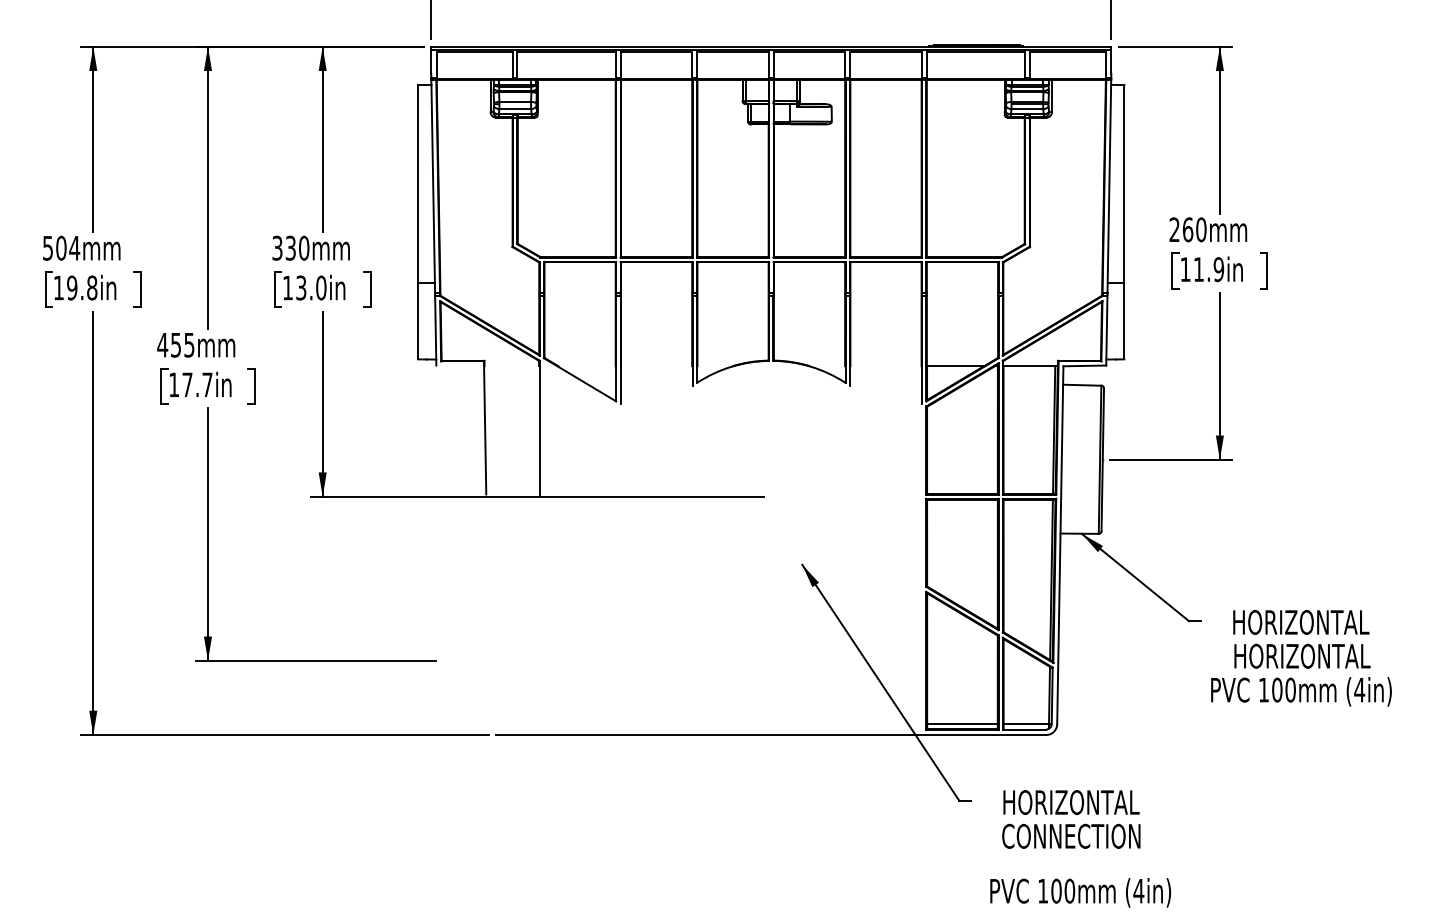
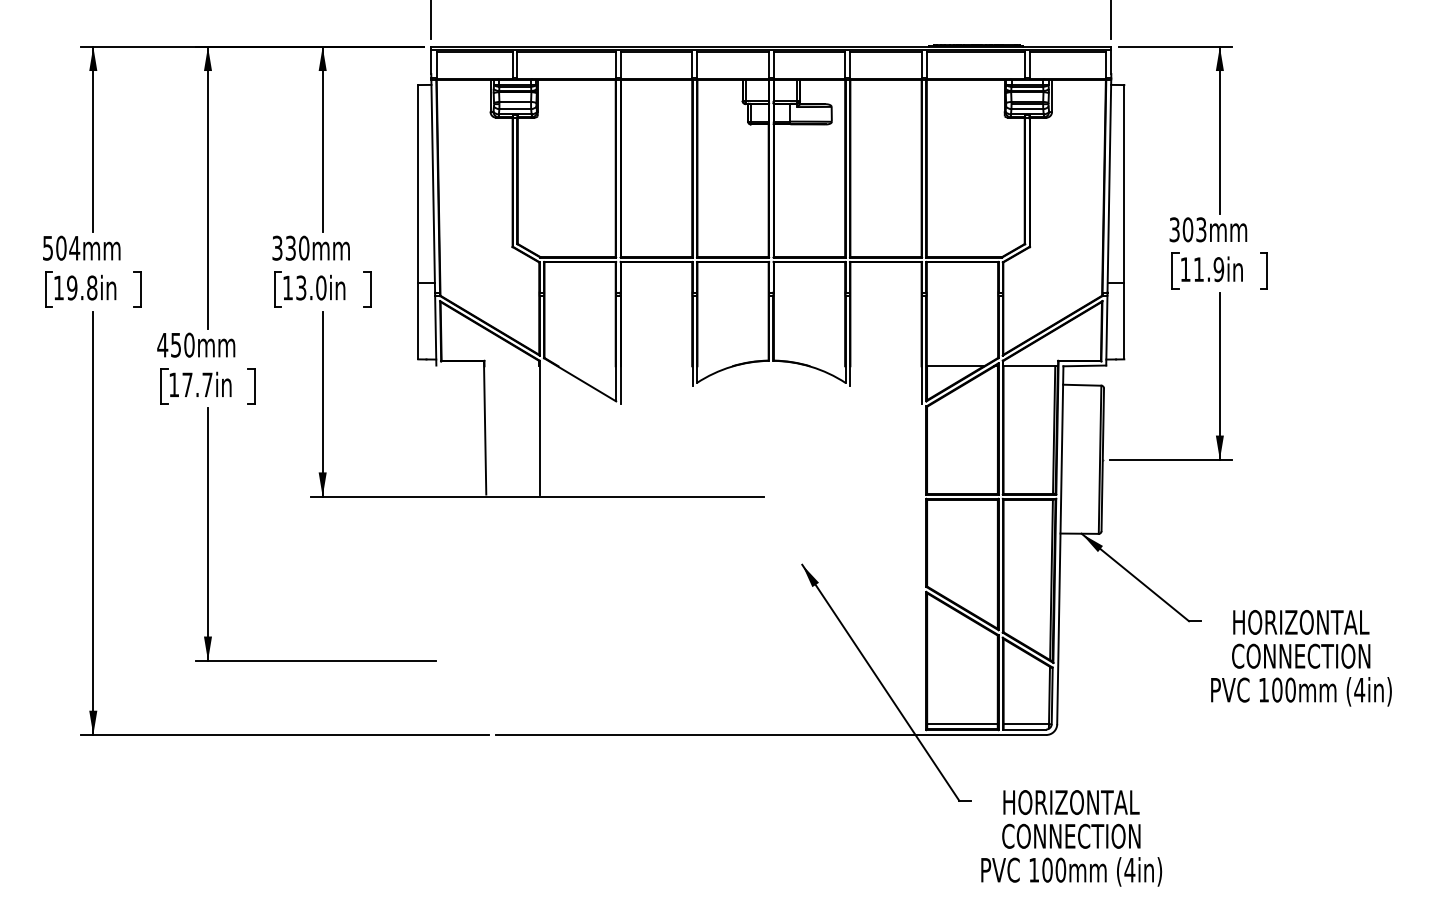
text at (1187, 229): 260mm -> 303mm
text at (189, 344): 455mm -> 450mm
text at (1301, 655): HORIZONTAL -> CONNECTION
text at (1080, 892) position: (1080, 892) -> (1071, 871)
